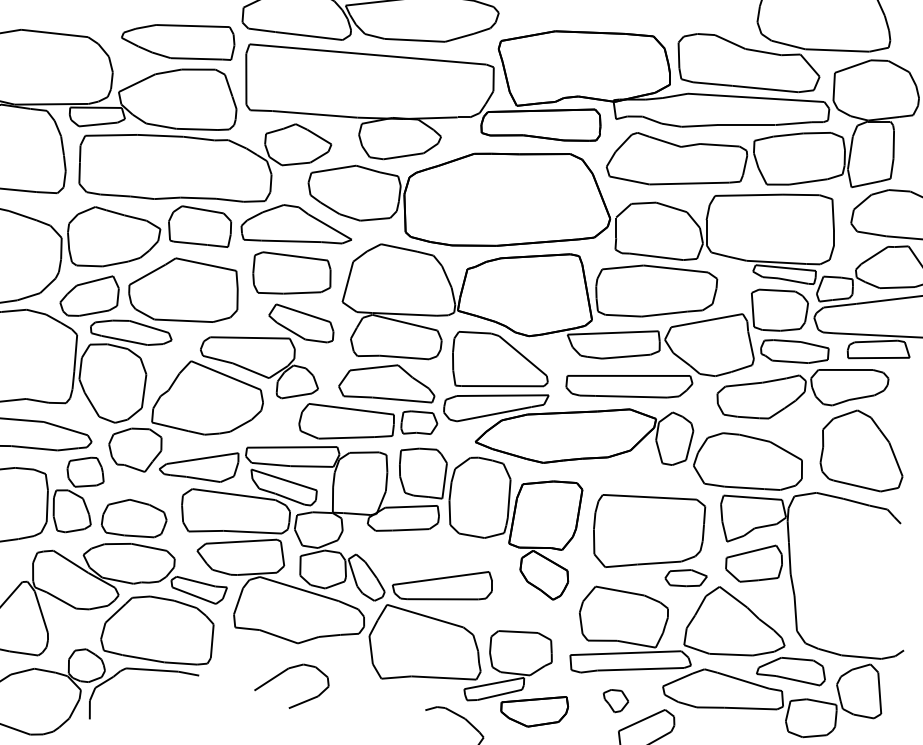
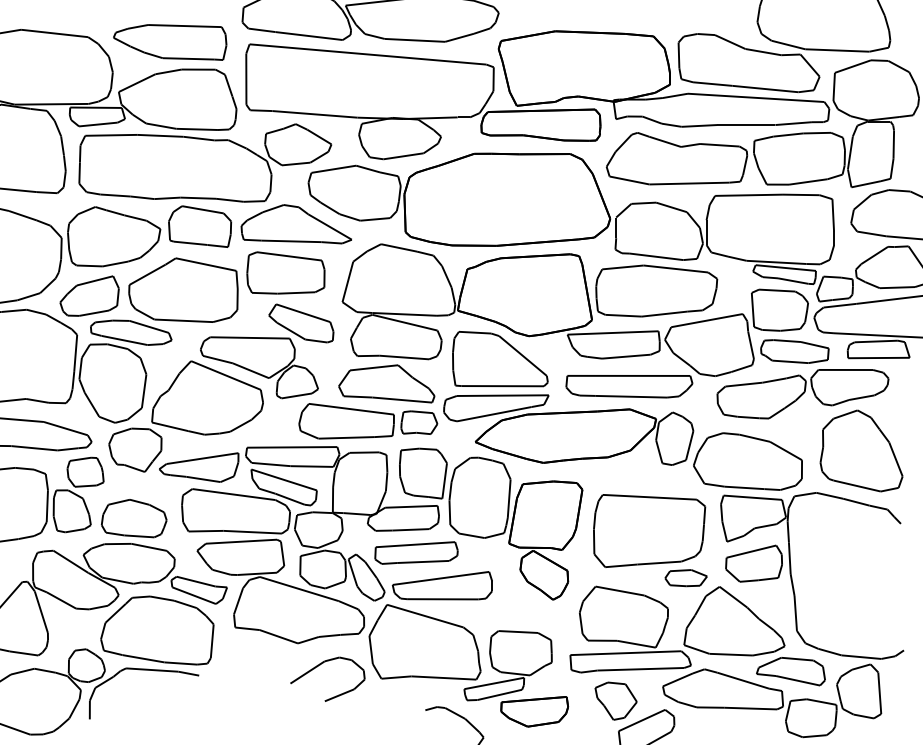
part at (178, 42) position: (178, 42) -> (170, 42)
part at (291, 272) position: (291, 272) -> (285, 272)
part at (416, 552): none -> present
curve at (284, 672) position: (284, 672) -> (320, 665)
part at (615, 701) size: 28x25 px -> 44x40 px
